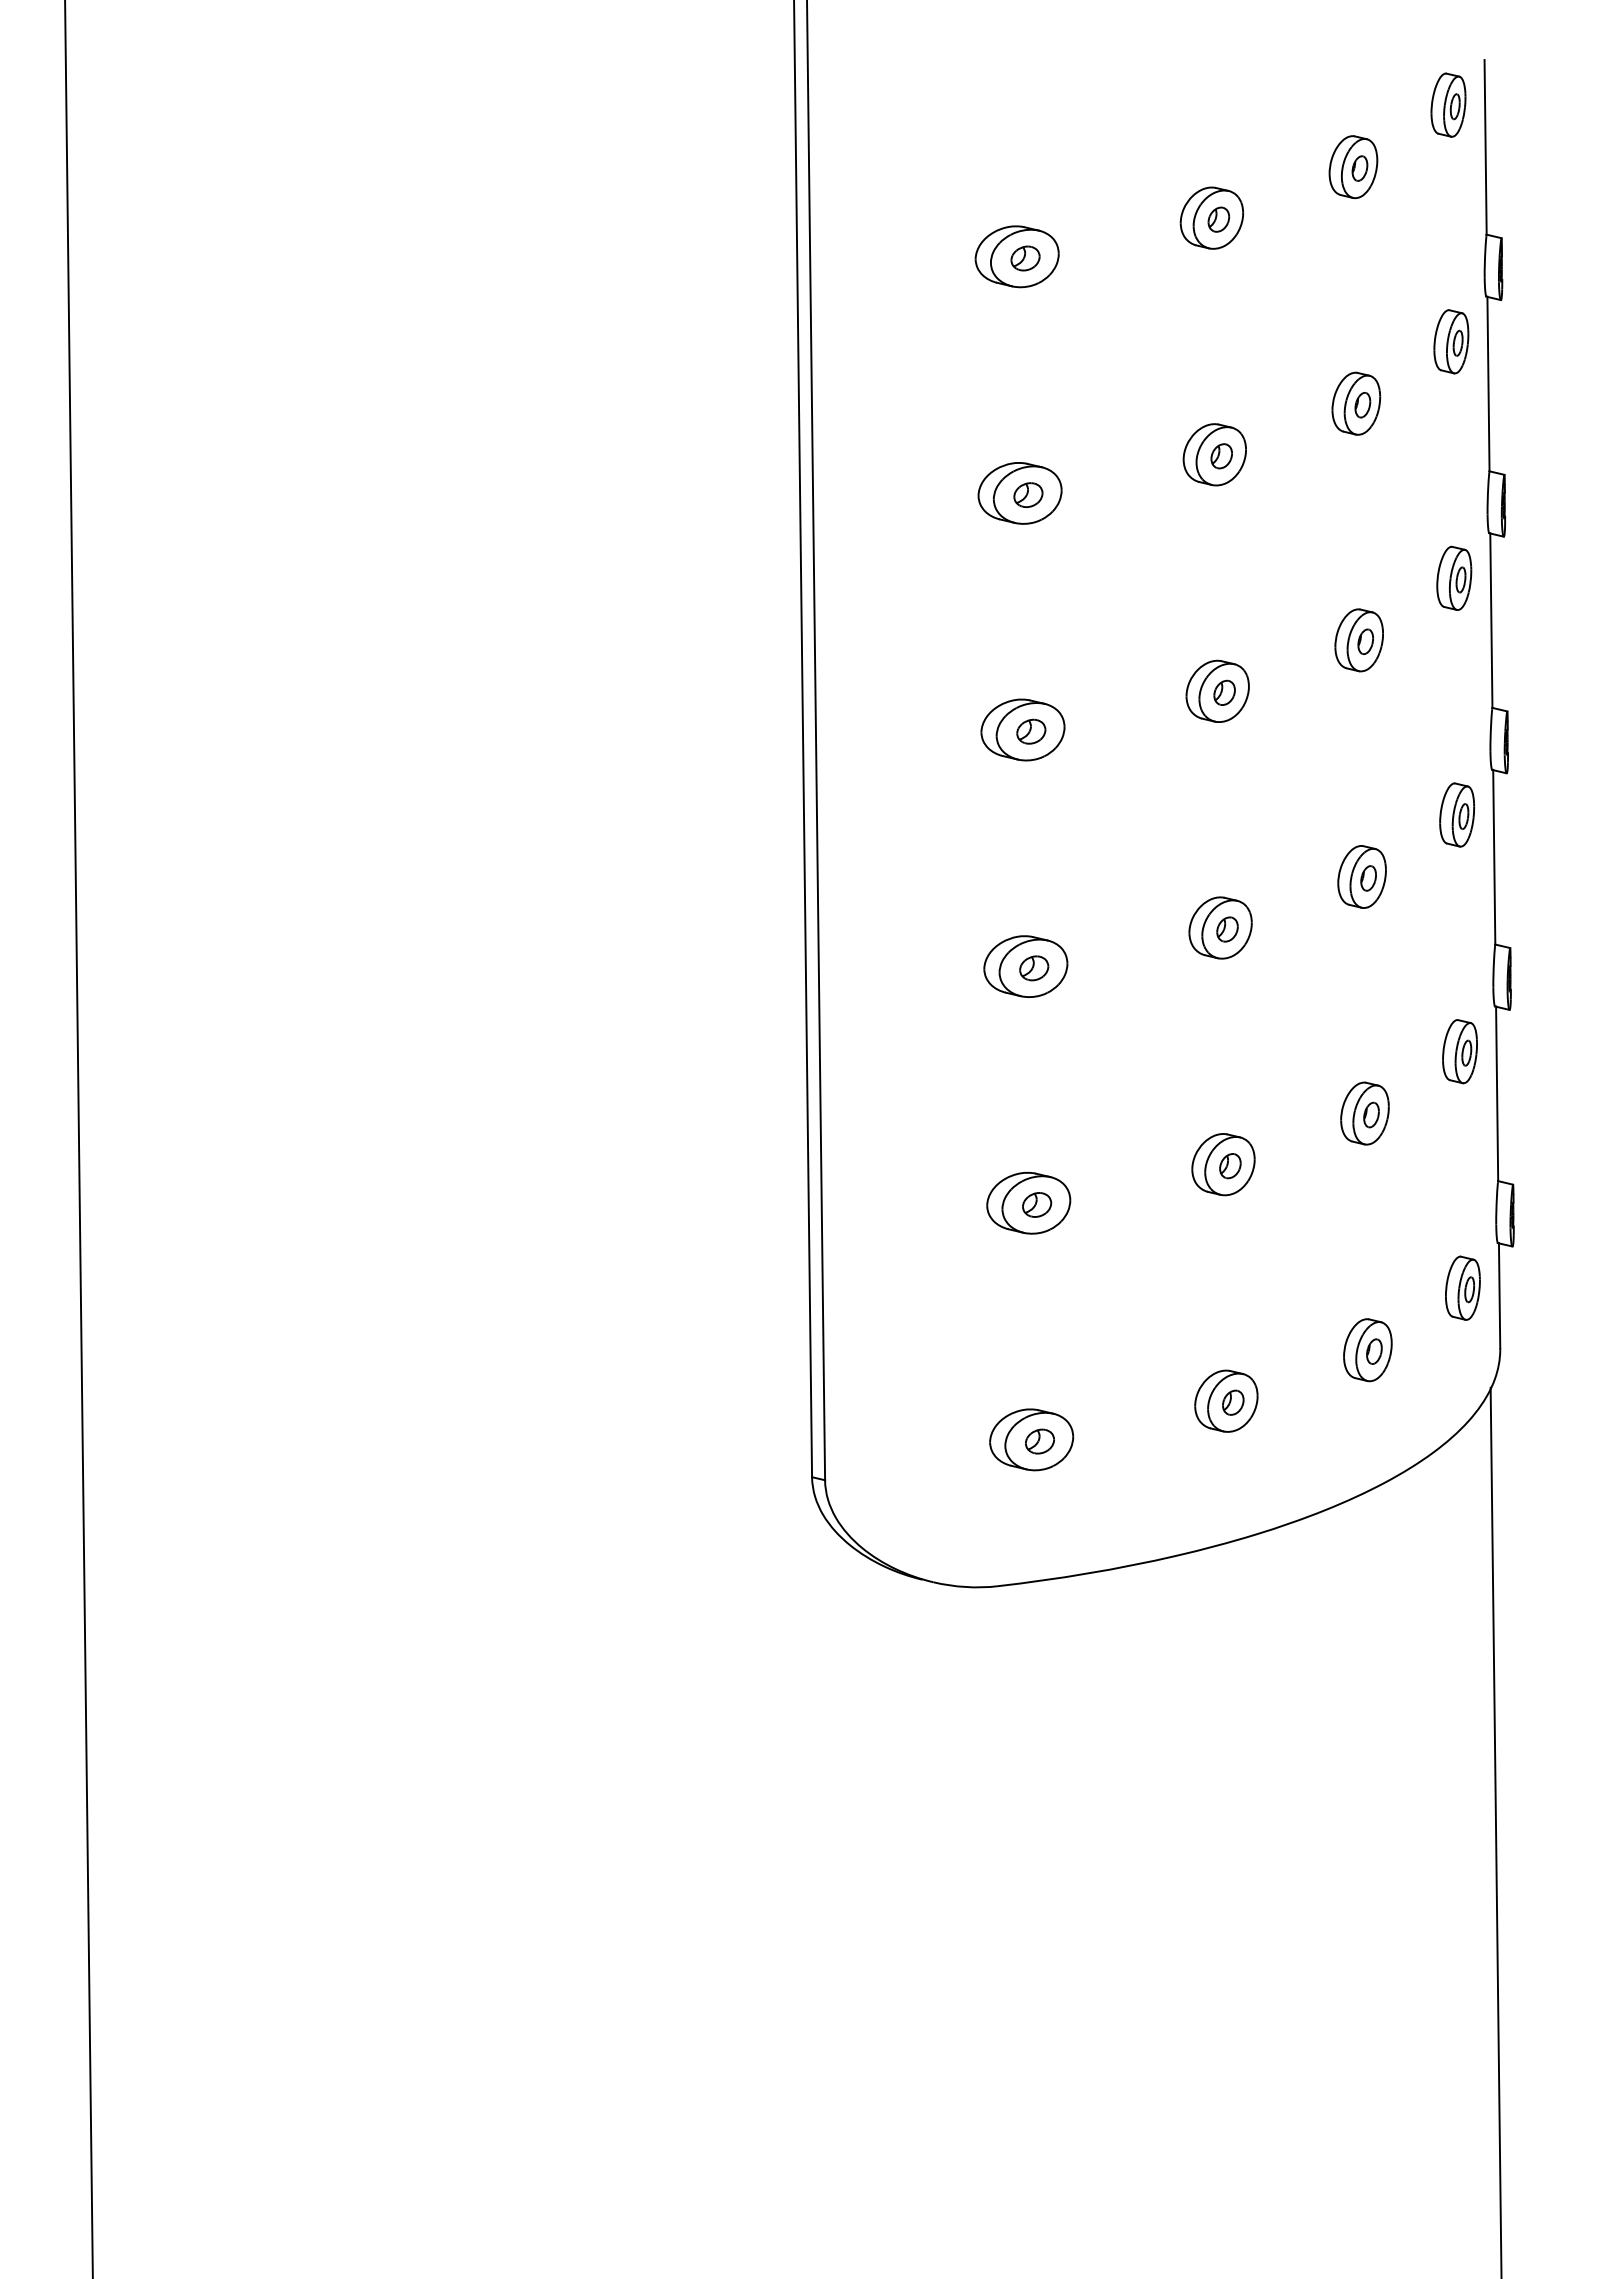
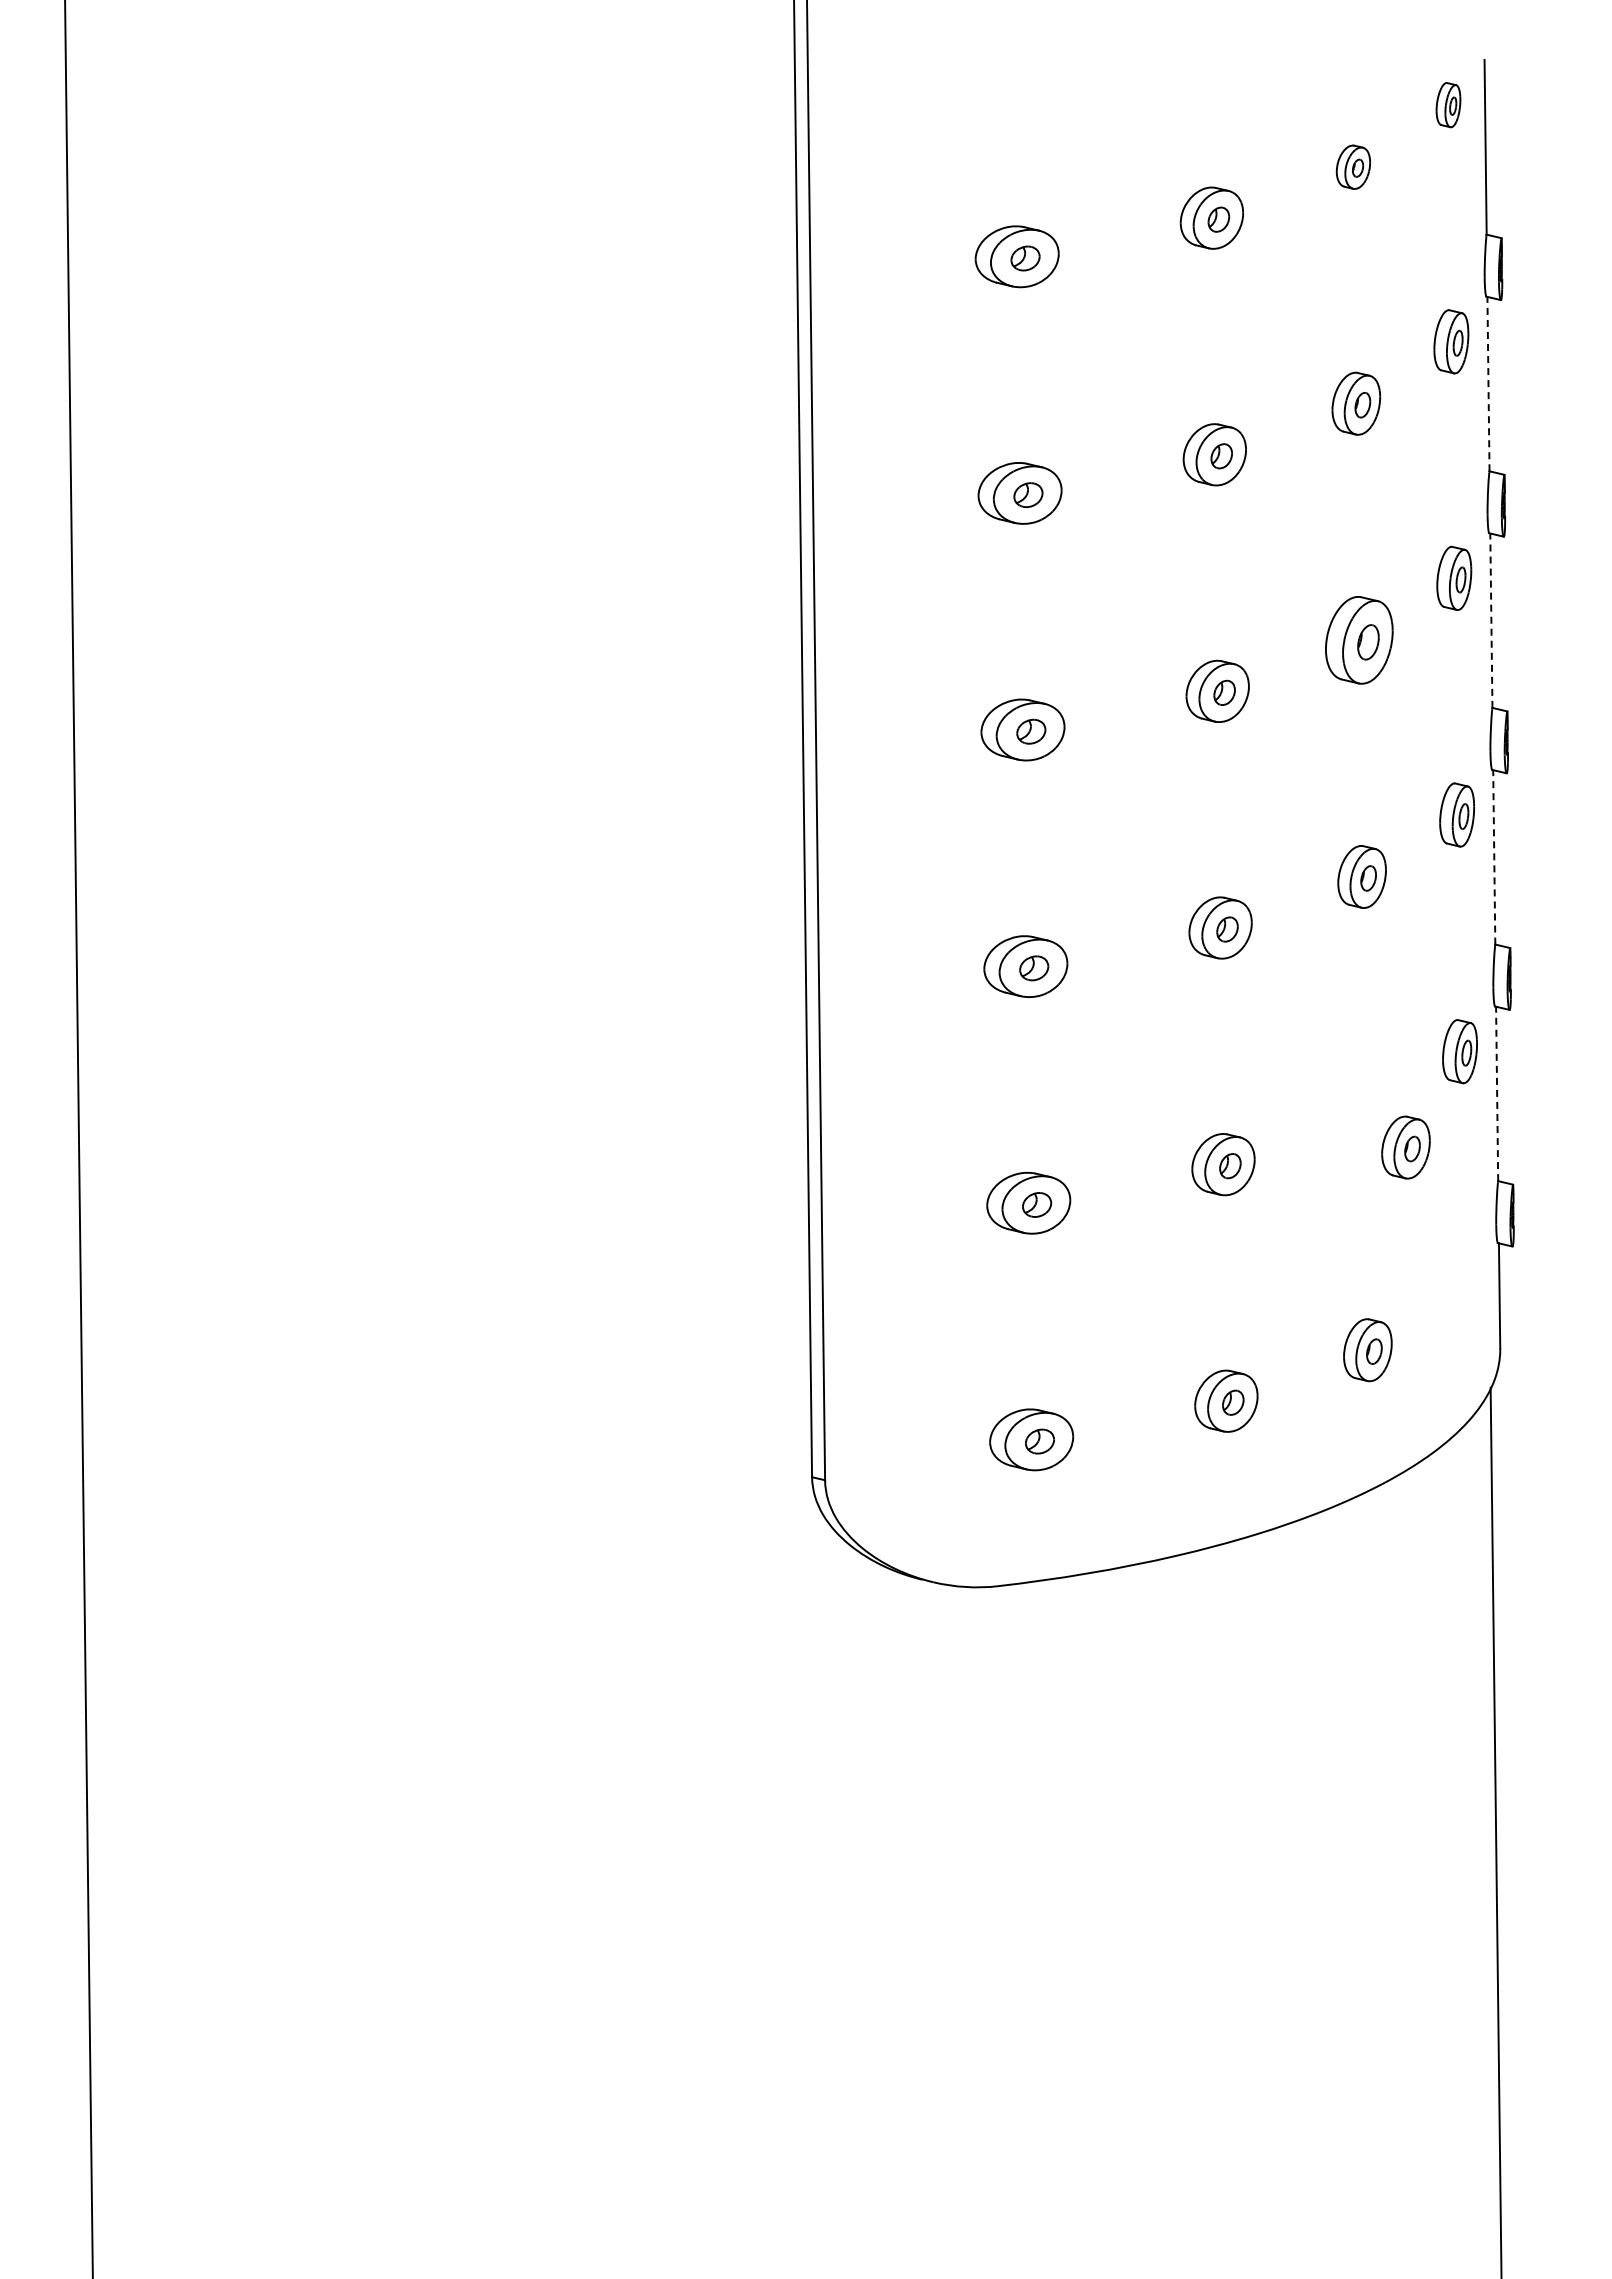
part at (1448, 104) size: 37x66 px -> 27x47 px
part at (1353, 167) size: 51x65 px -> 37x46 px
line at (1488, 383): solid -> dashed
line at (1491, 620): solid -> dashed
part at (1358, 640) size: 50x65 px -> 69x89 px
line at (1494, 856): solid -> dashed
line at (1497, 1093): solid -> dashed
part at (1364, 1113) position: (1364, 1113) -> (1405, 1147)
part at (1462, 1287): present -> none
